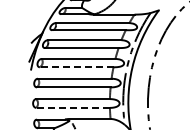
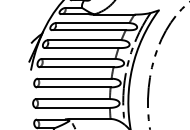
line at (76, 67): dashed -> solid
line at (73, 107): dashed -> solid
